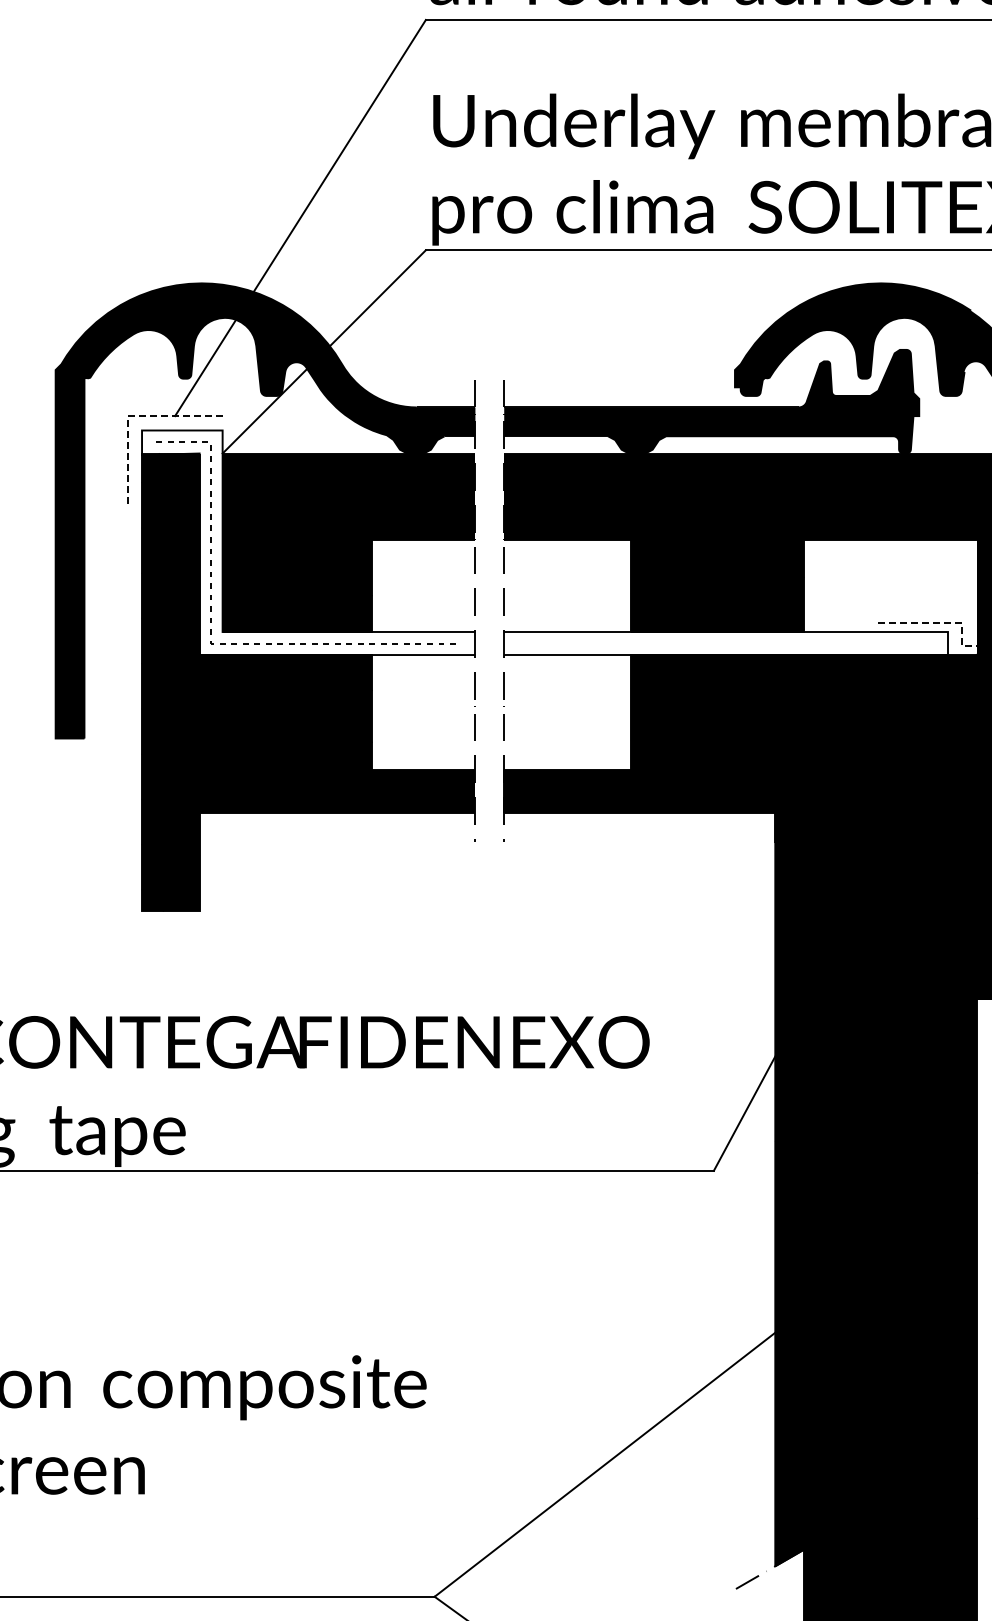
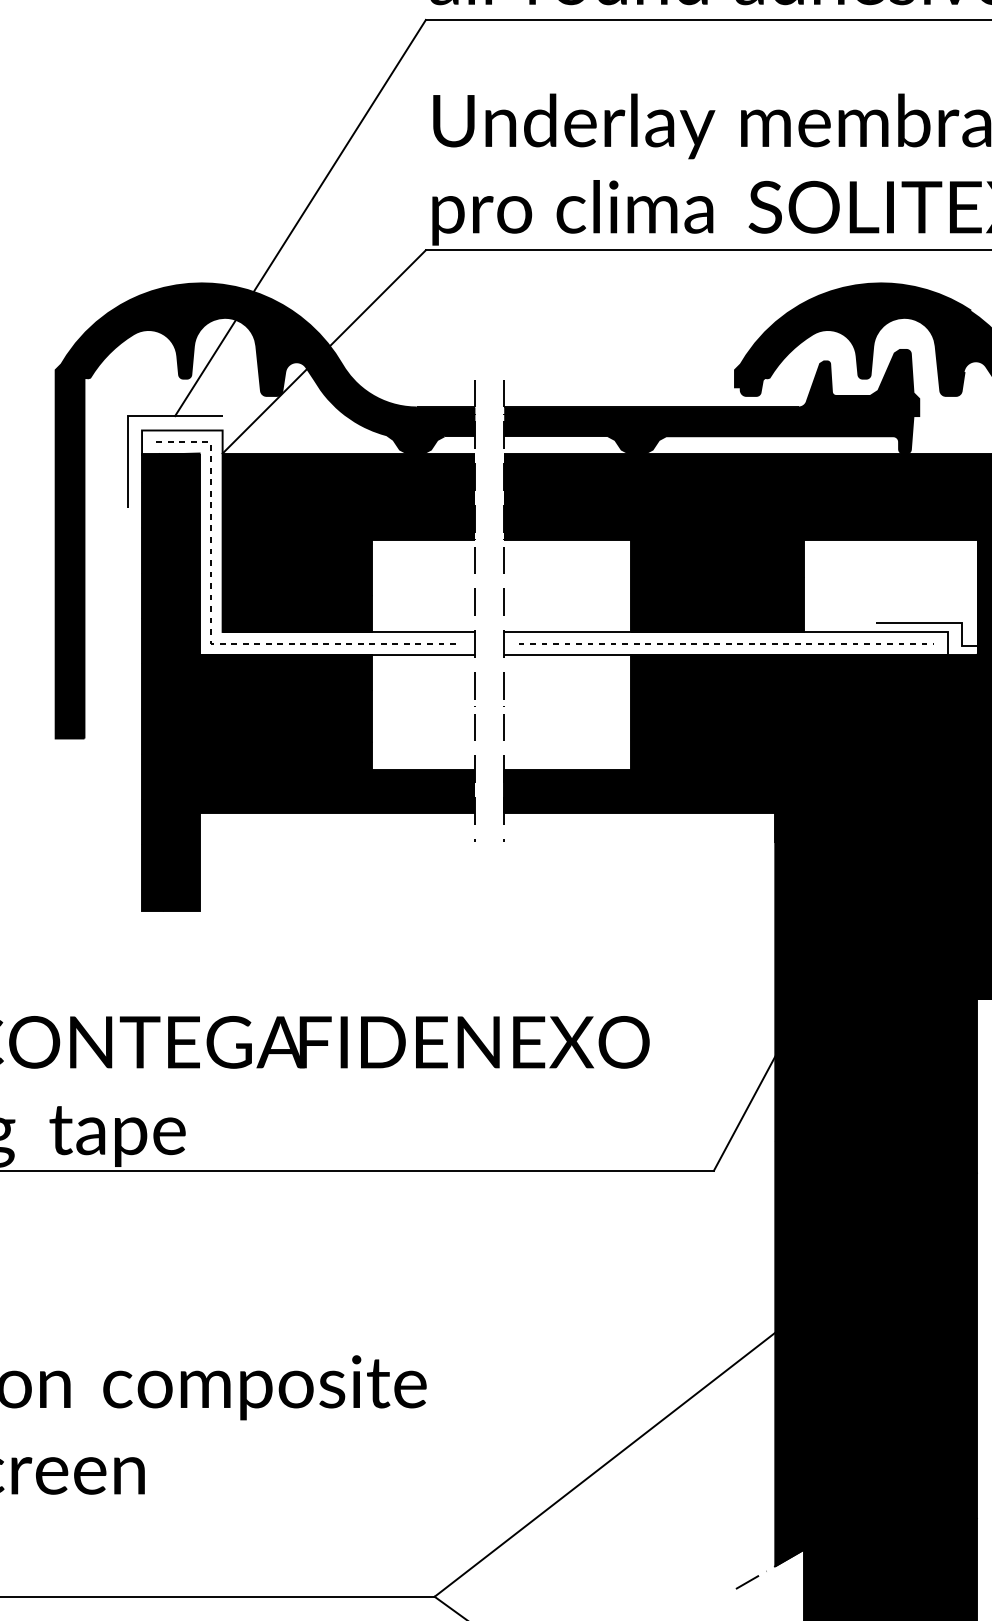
line at (127, 416): dashed -> solid
line at (946, 623): dashed -> solid
line at (726, 643): none -> present
